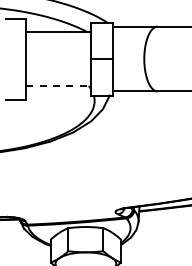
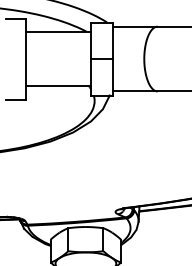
line at (58, 86): dashed -> solid
